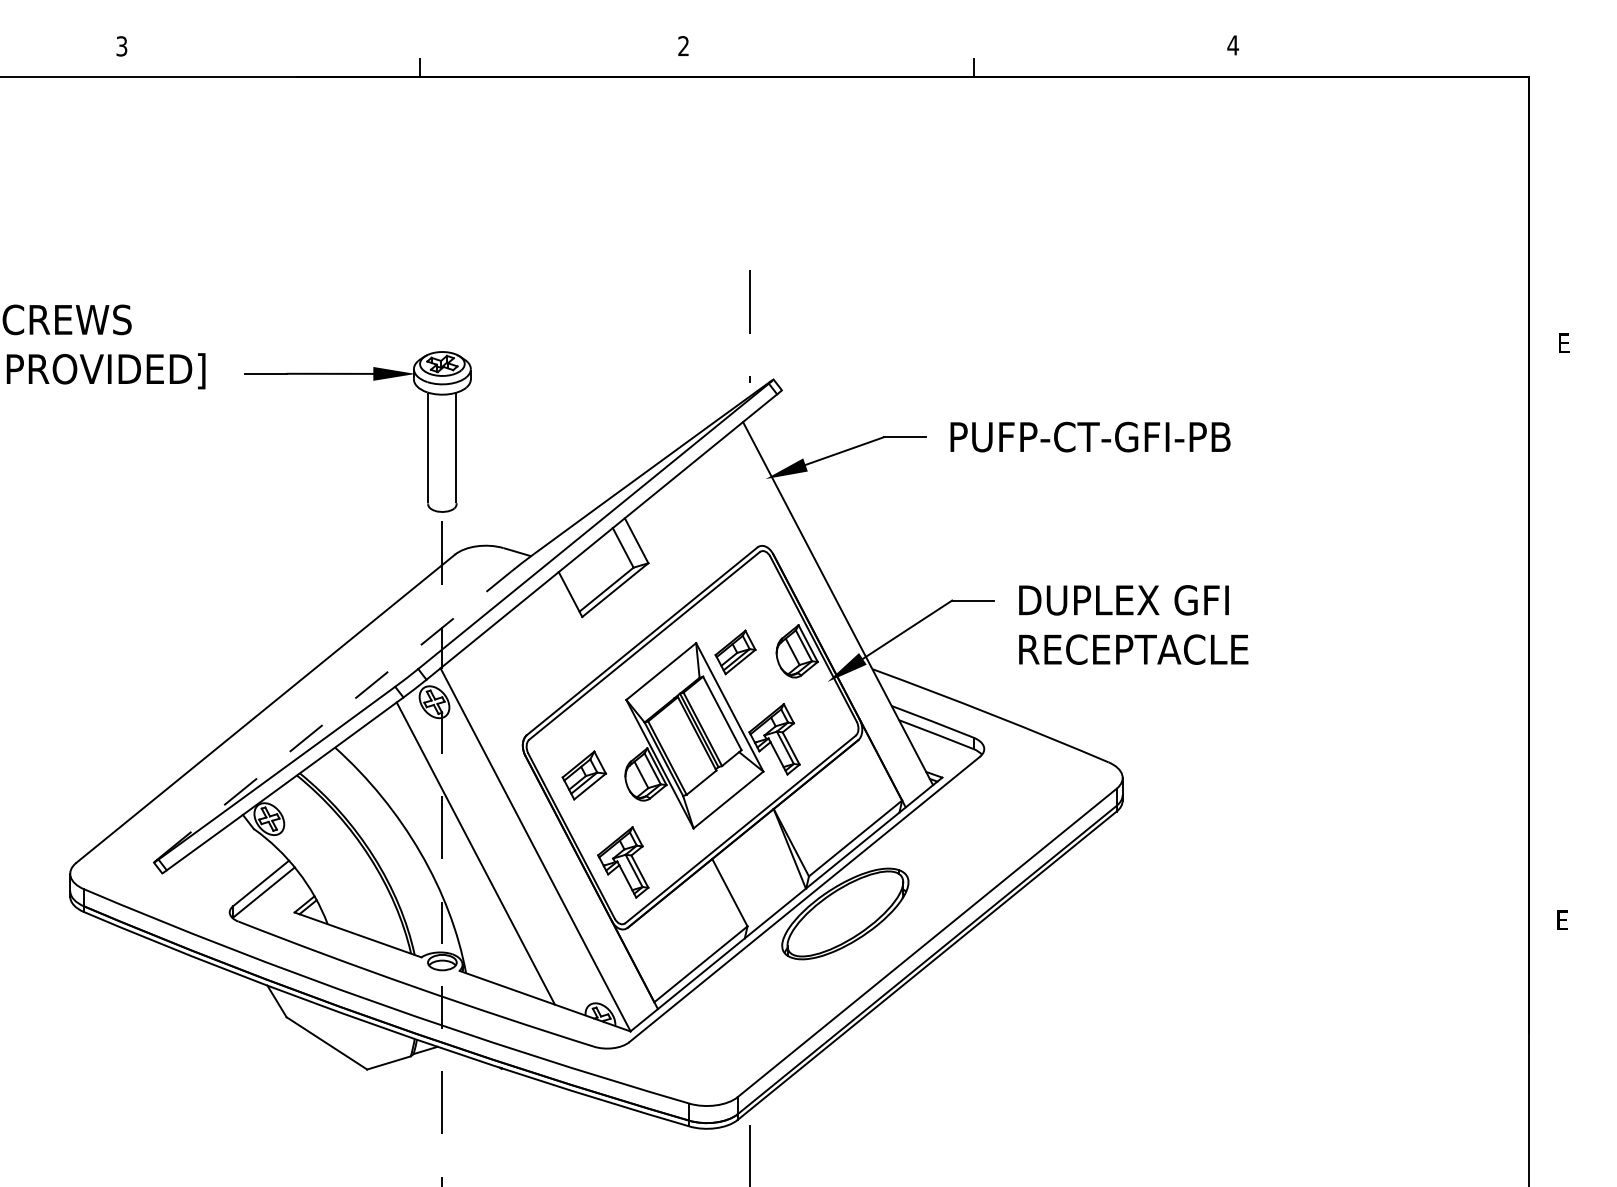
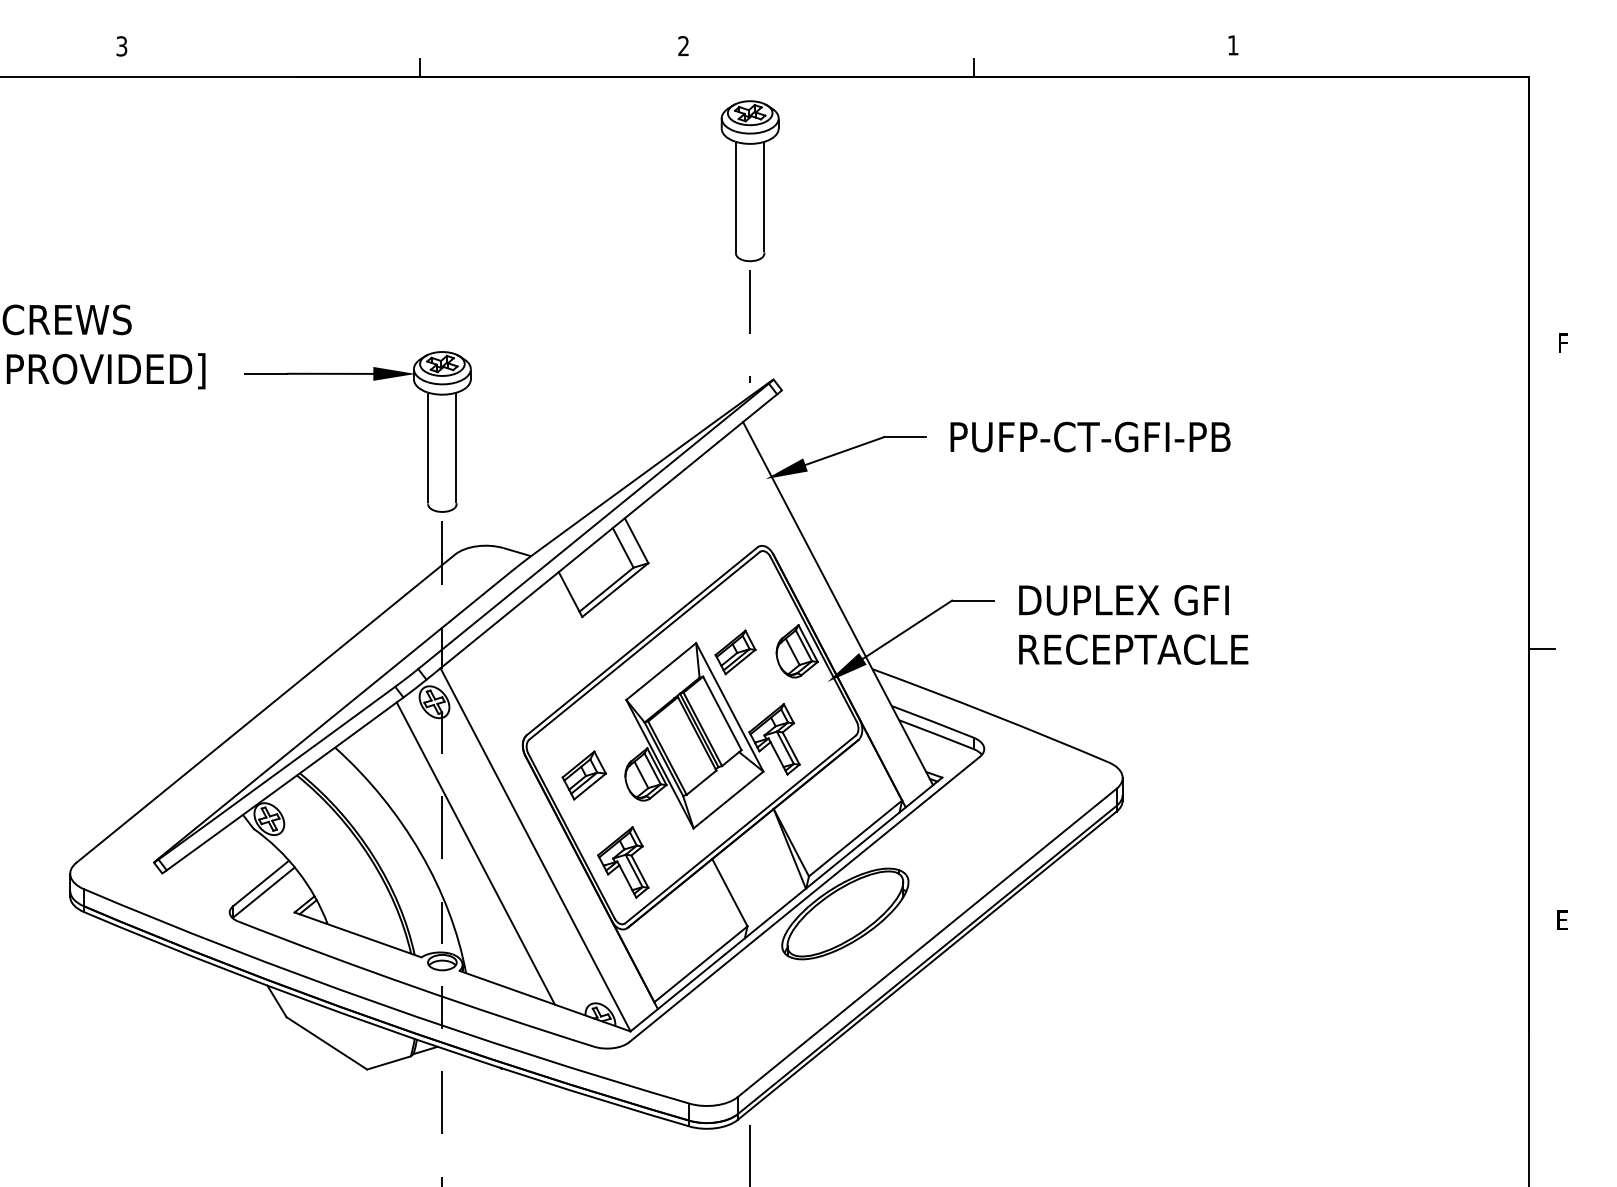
text at (1233, 45): 4 -> 1
part at (749, 181): none -> present
text at (1565, 342): E -> F
line at (1542, 649): none -> present
line at (335, 714): dashed -> solid
